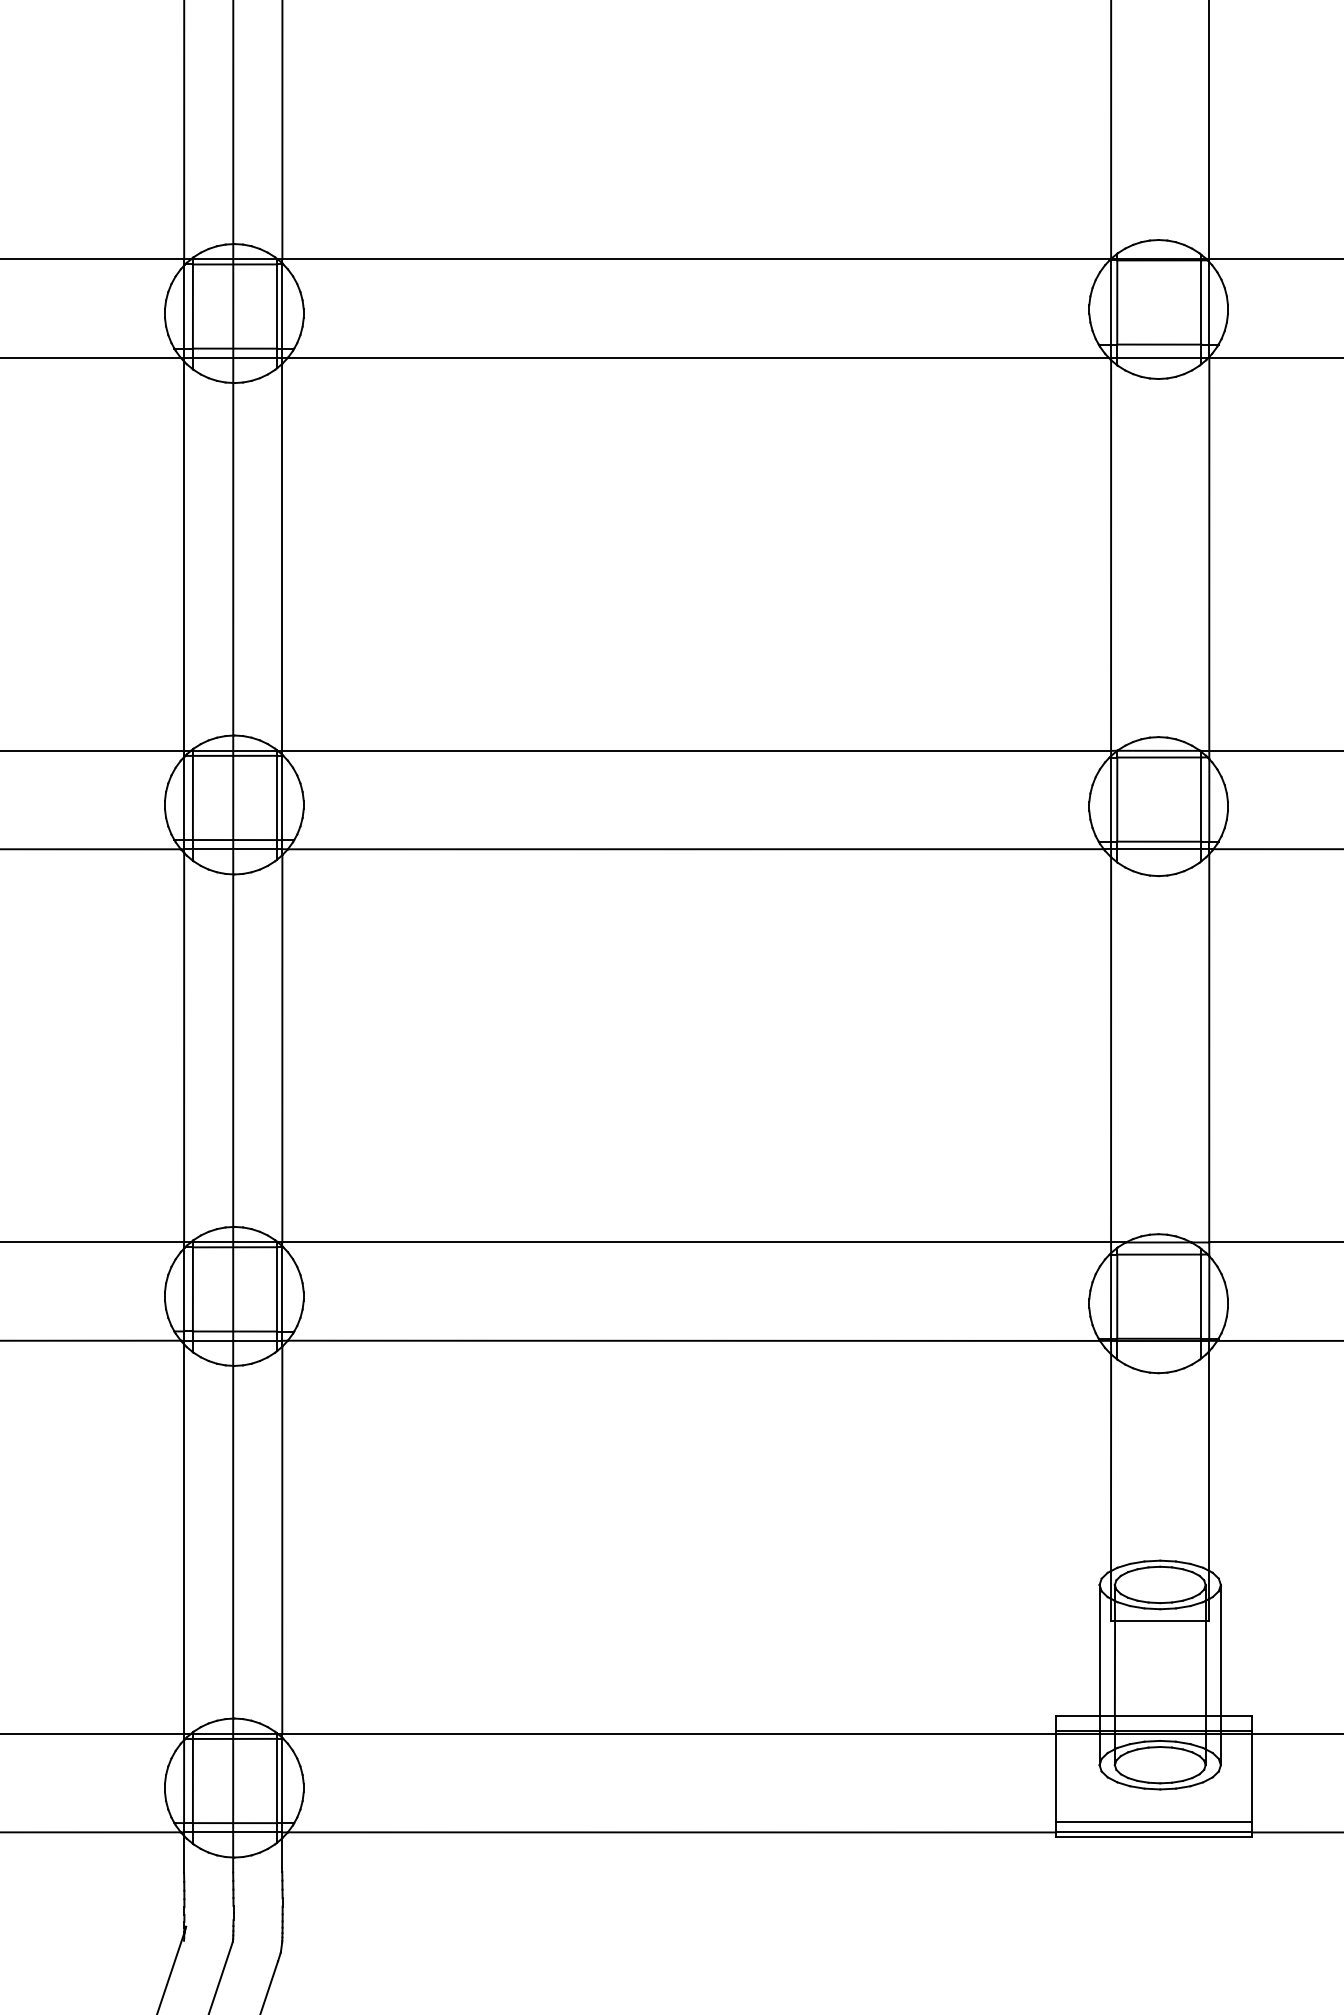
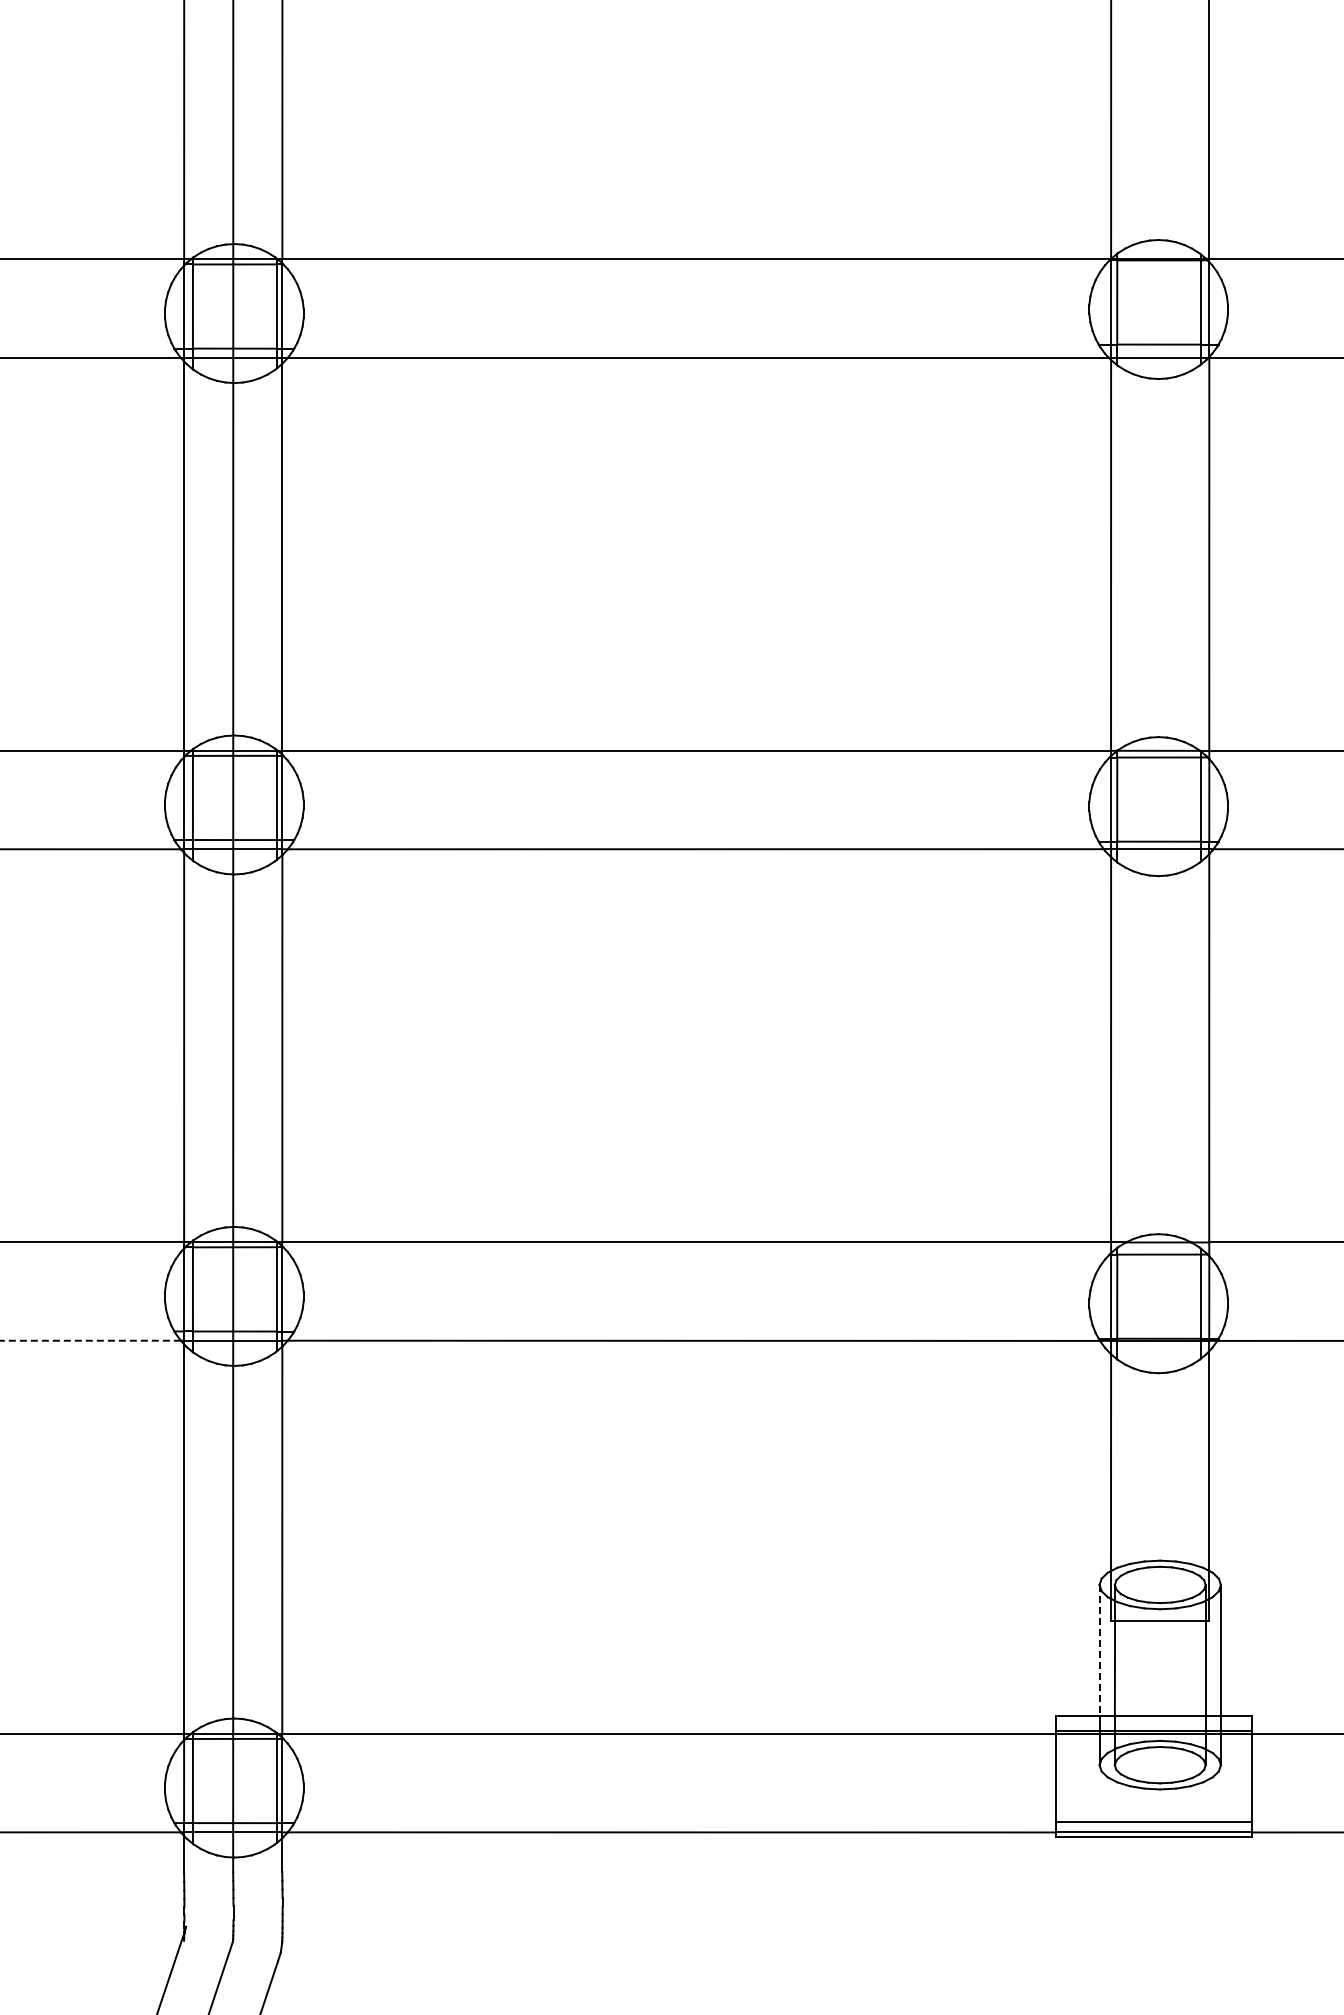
line at (90, 1340): solid -> dashed
line at (1099, 1650): solid -> dashed
